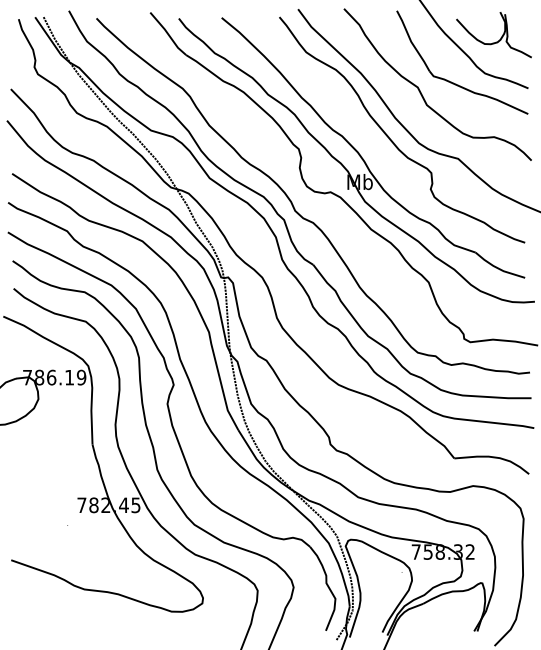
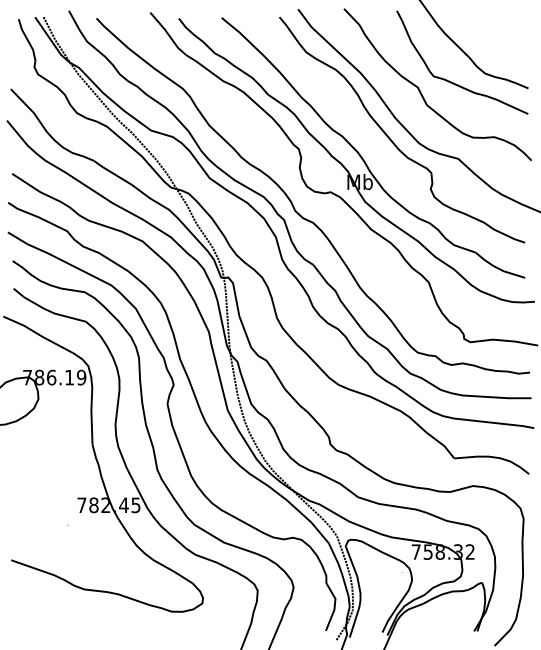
part at (496, 41): present -> none
